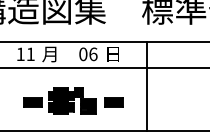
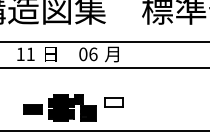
text at (49, 54): 月 -> 日
text at (111, 54): 日 -> 月
line at (147, 85): present -> none
part at (59, 100) position: (59, 100) -> (59, 107)
fill at (113, 102): present -> none
